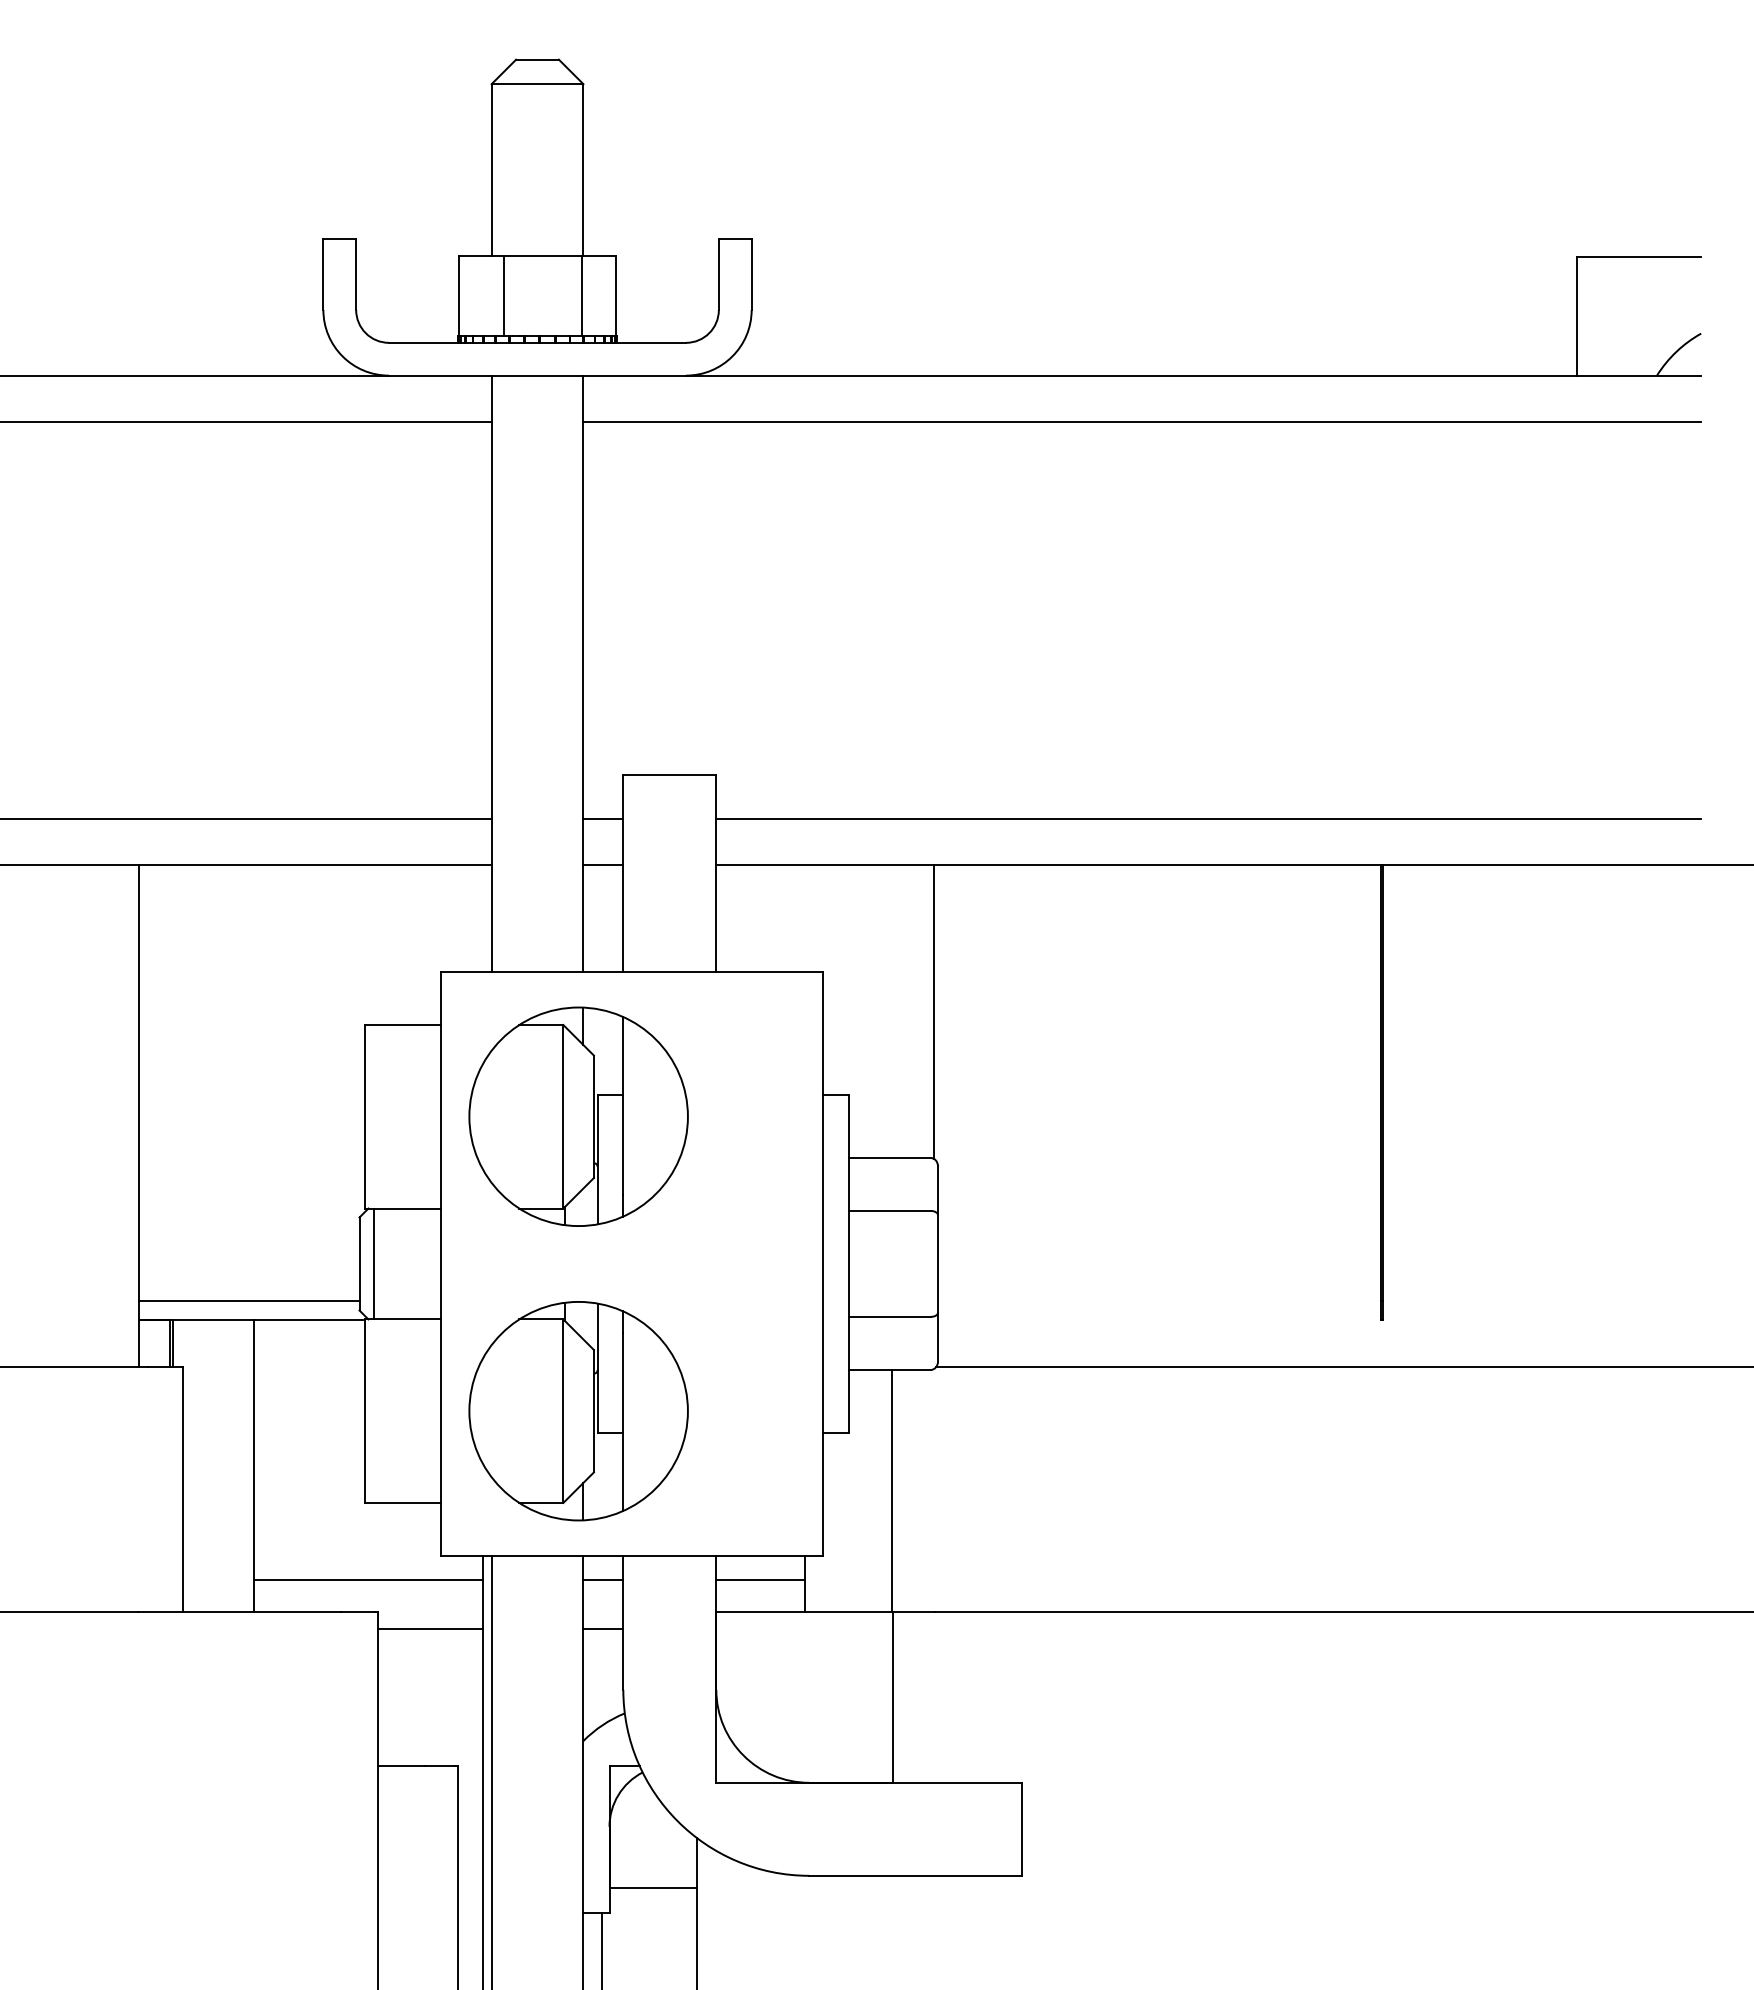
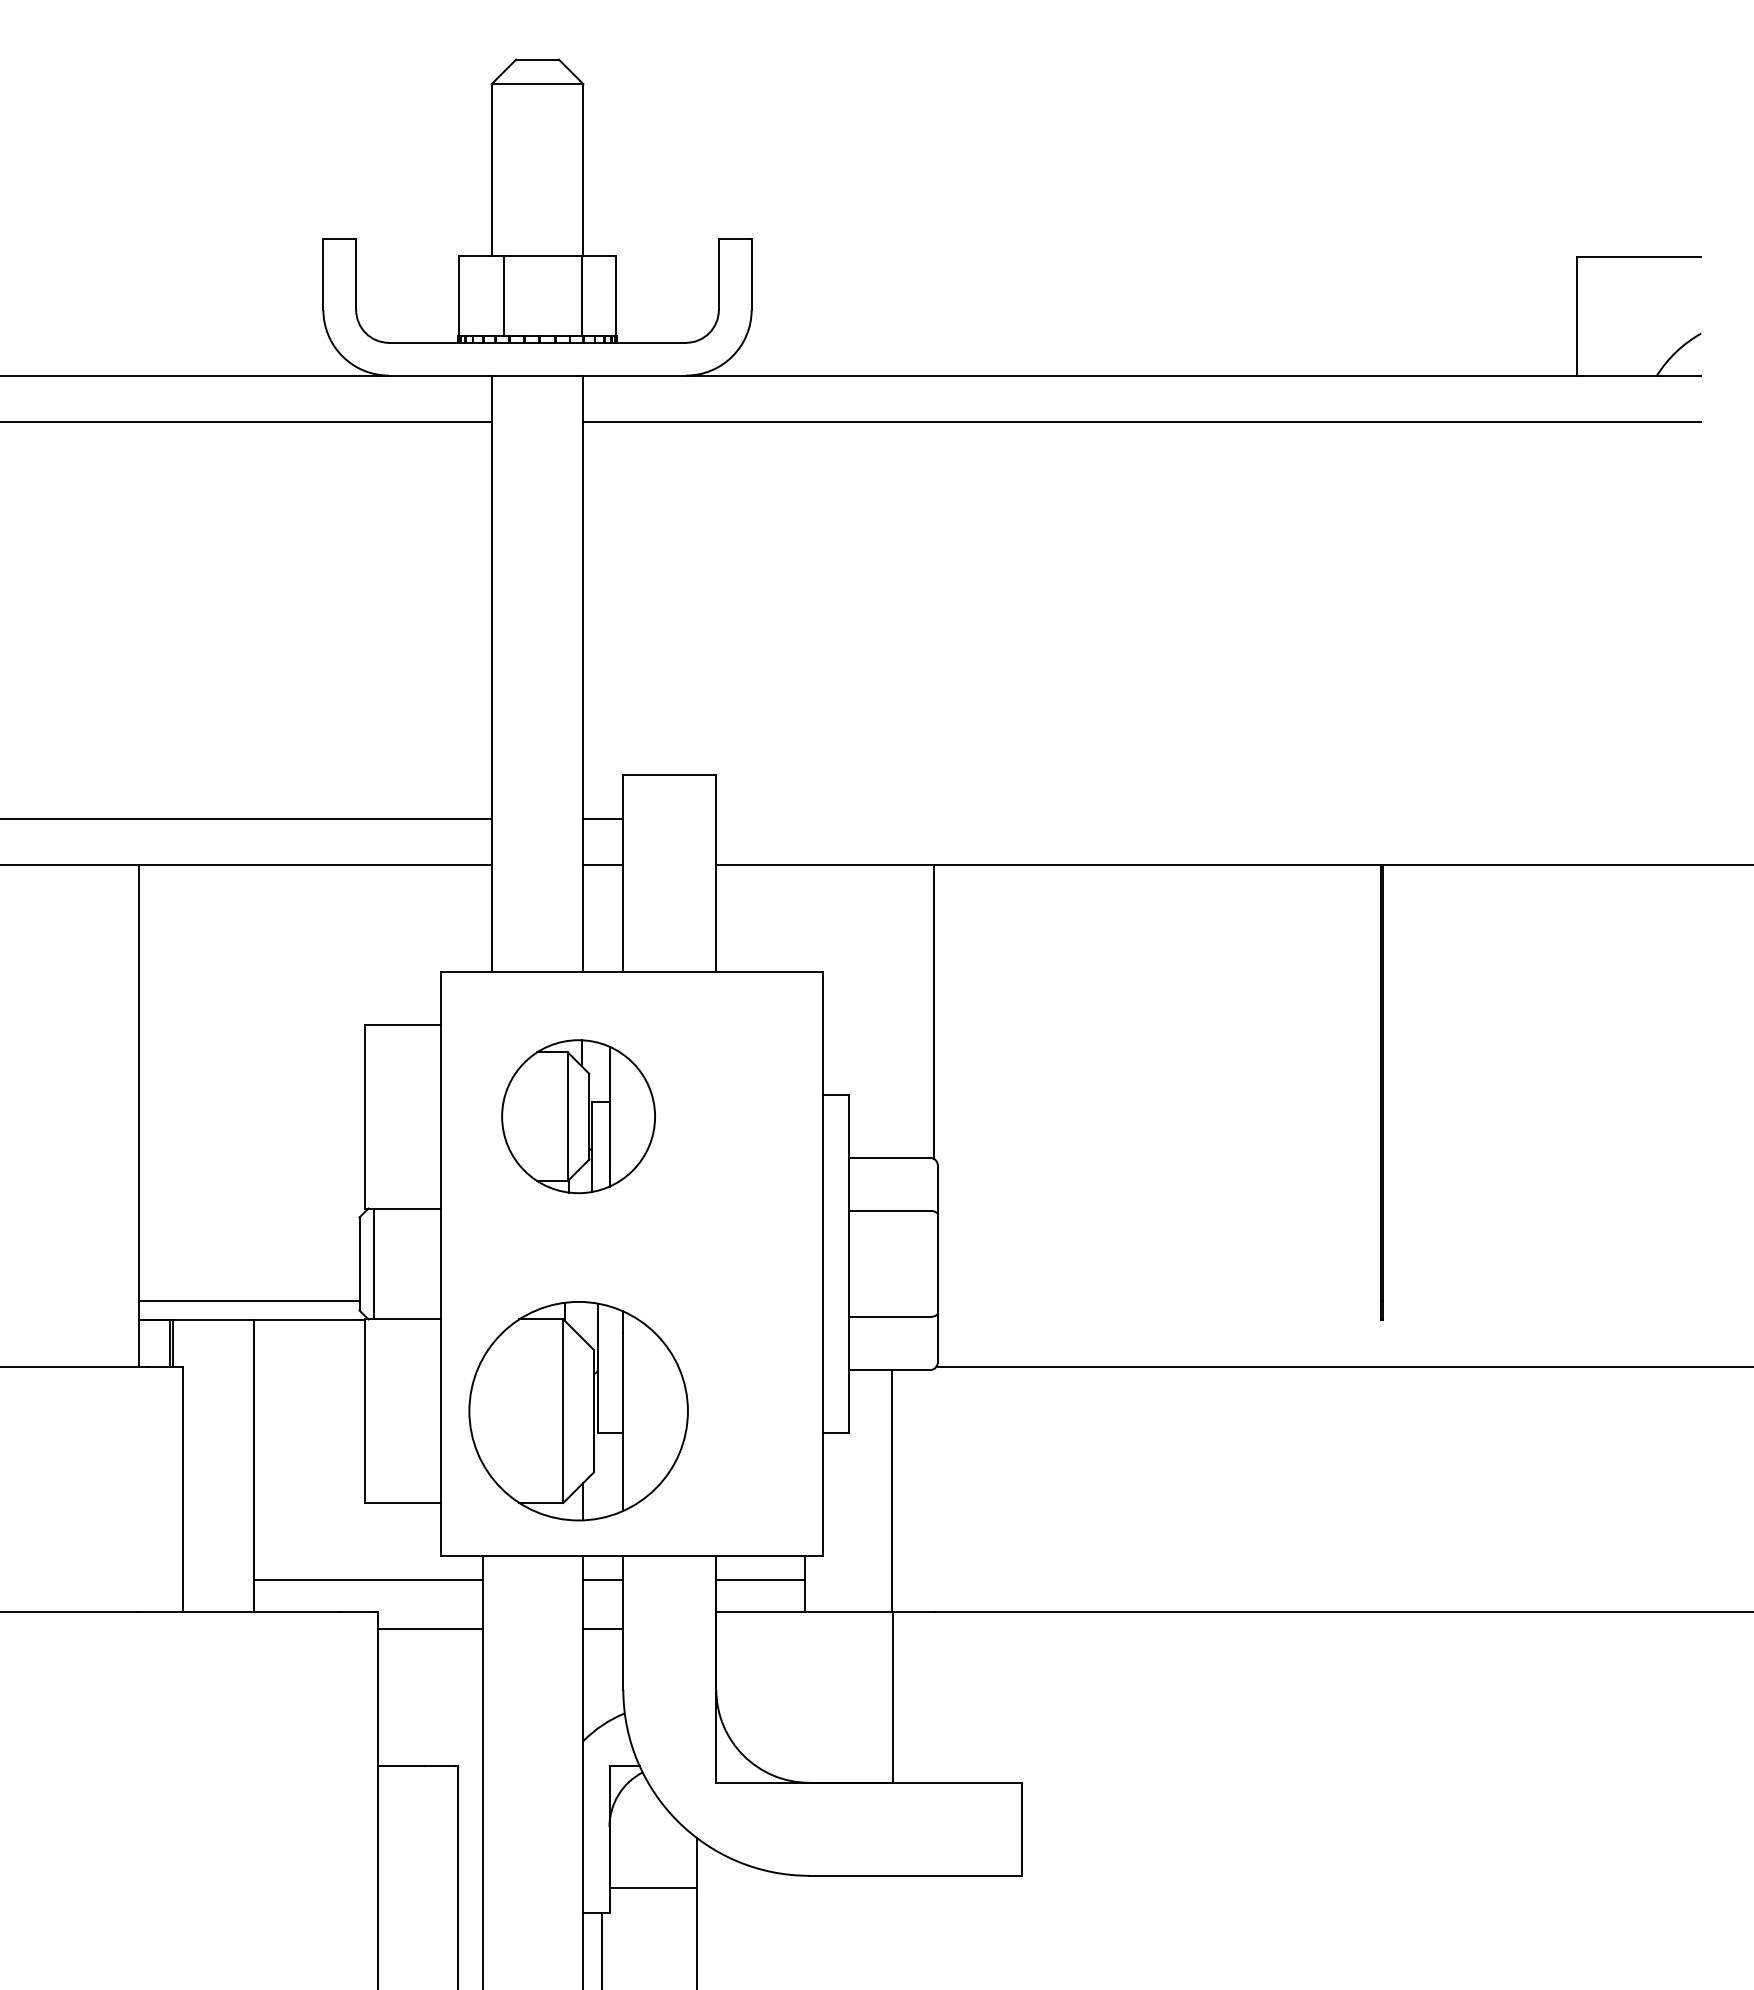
line at (1208, 818): present -> none
part at (578, 1116) size: 221x221 px -> 155x156 px
line at (491, 1770): present -> none
